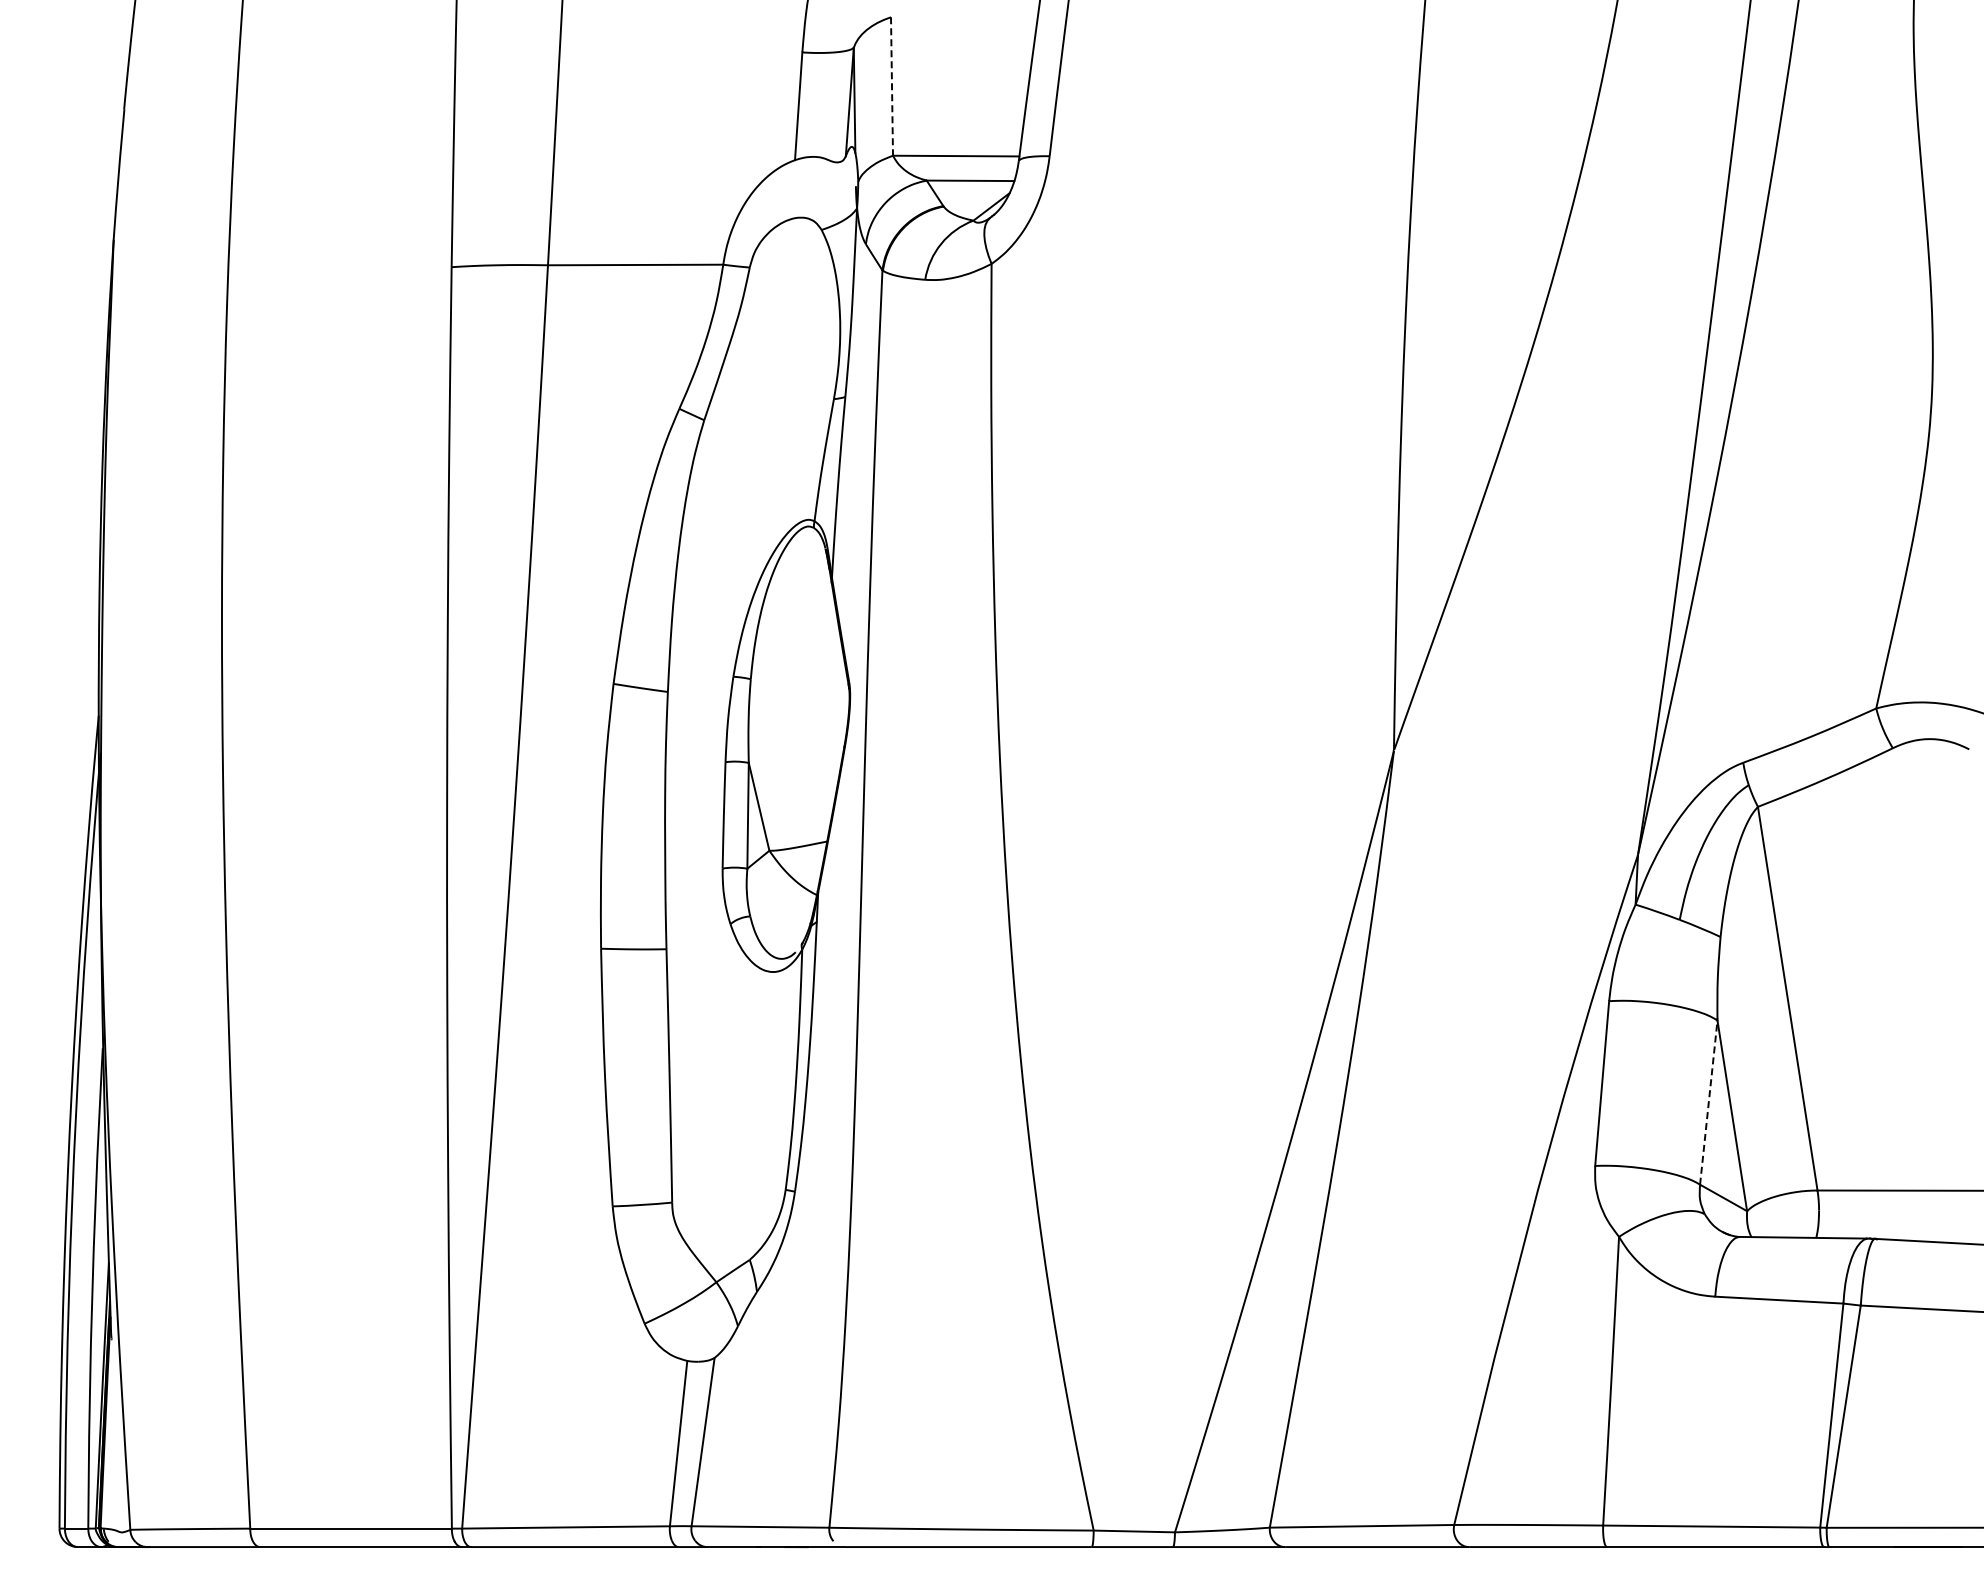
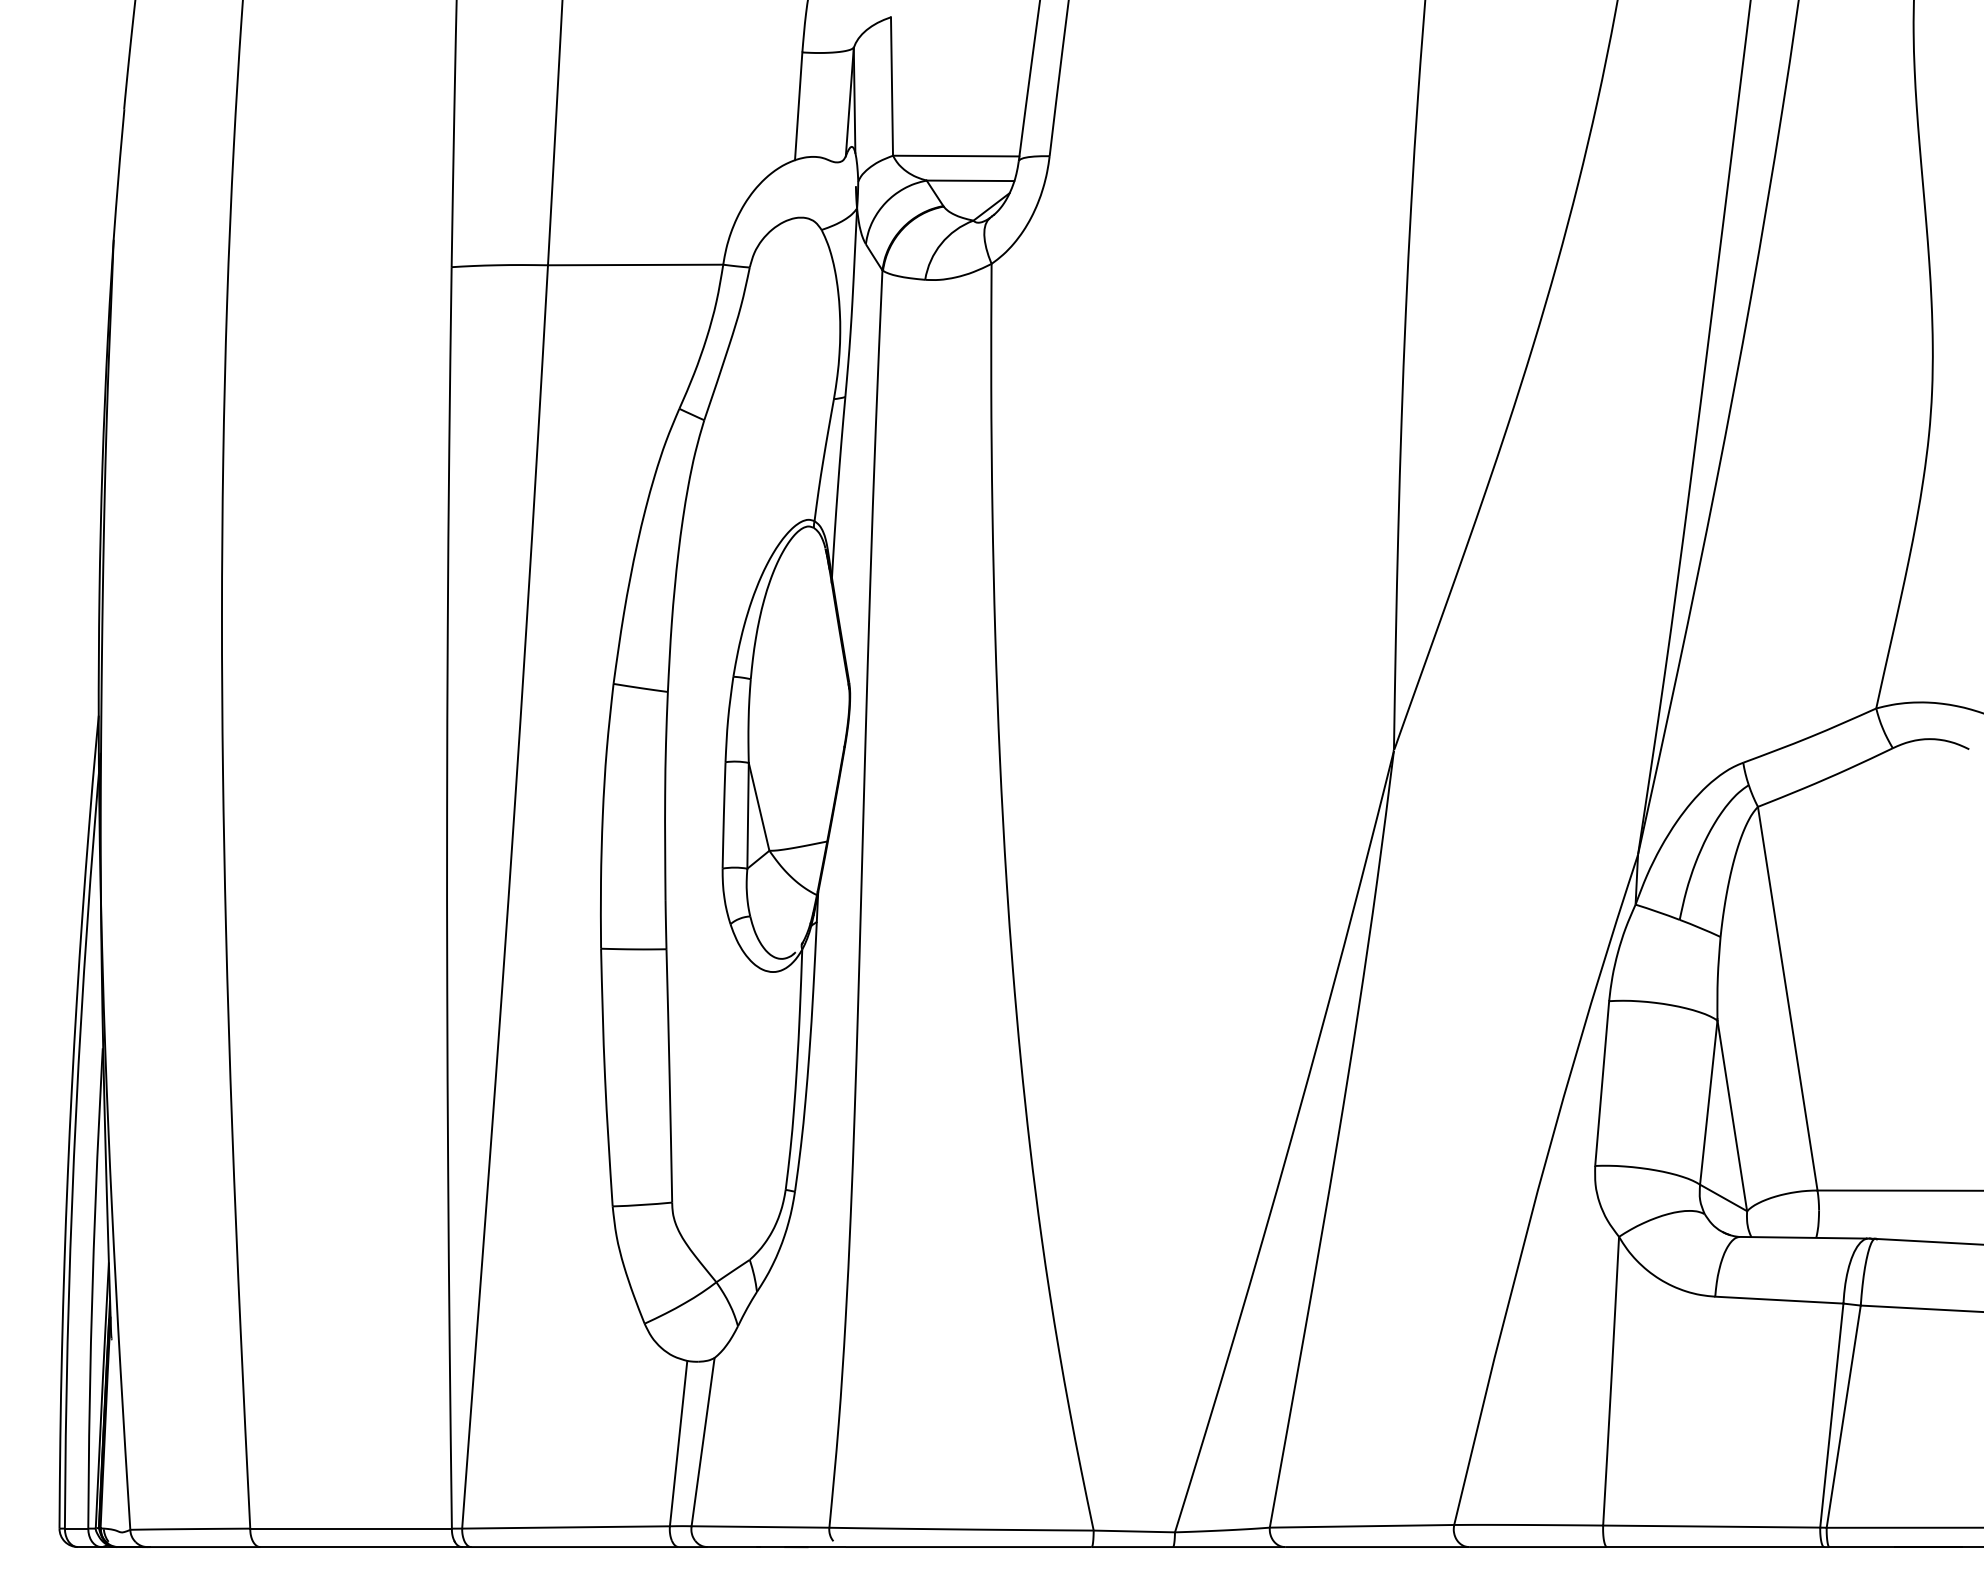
line at (892, 87): dashed -> solid
line at (1708, 1102): dashed -> solid
